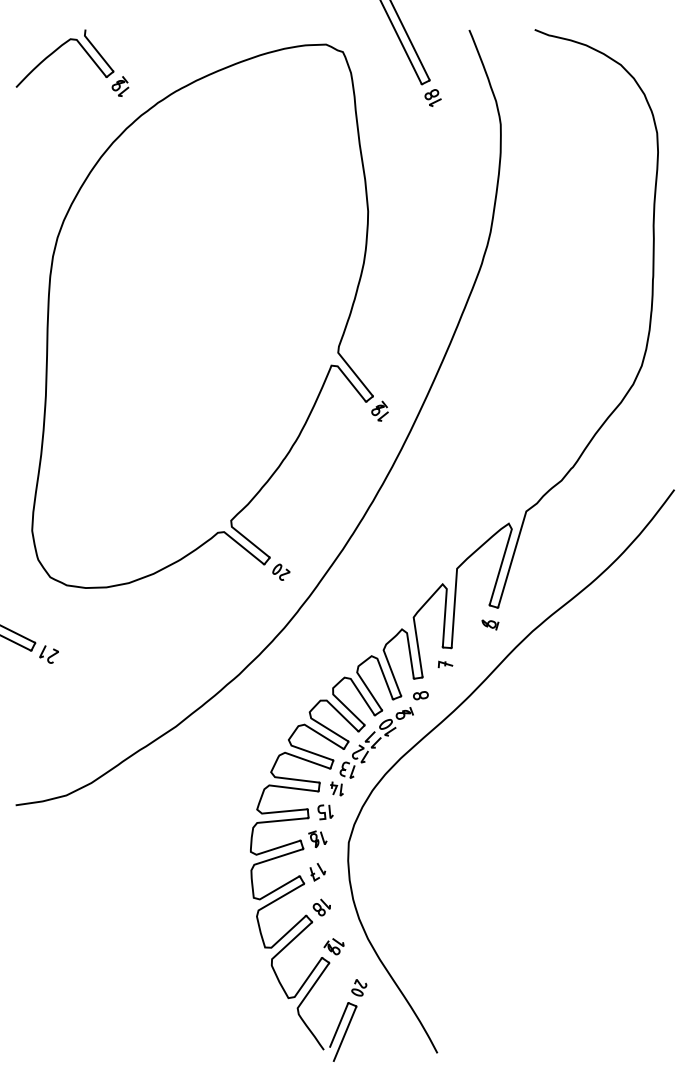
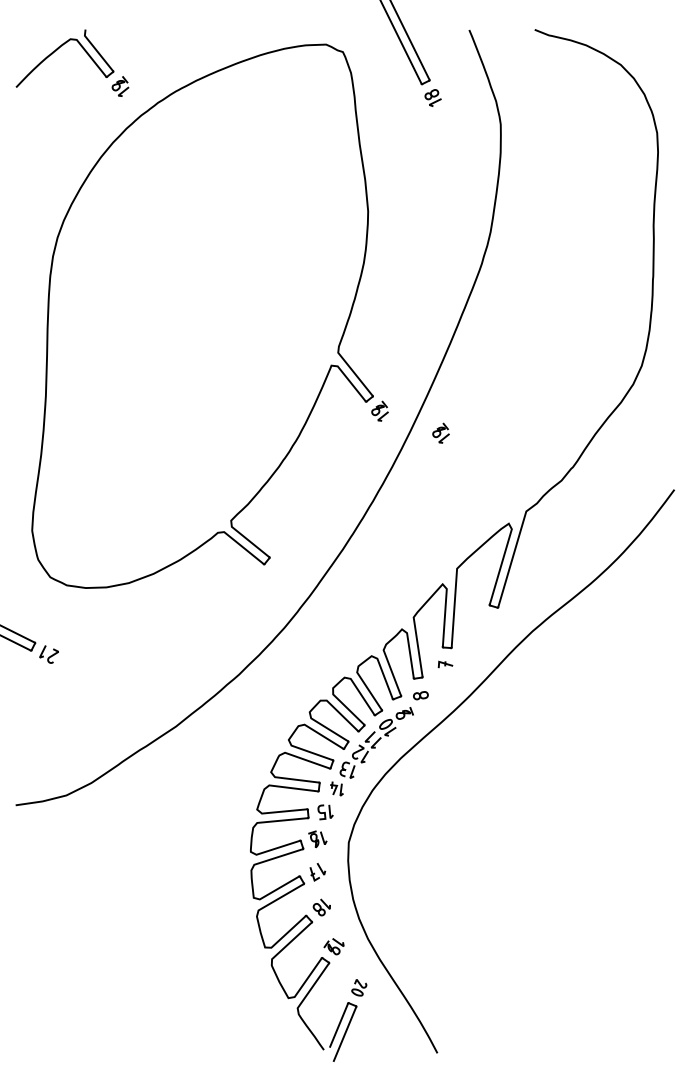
part at (440, 432): none -> present
part at (281, 571): present -> none
part at (490, 624): present -> none
